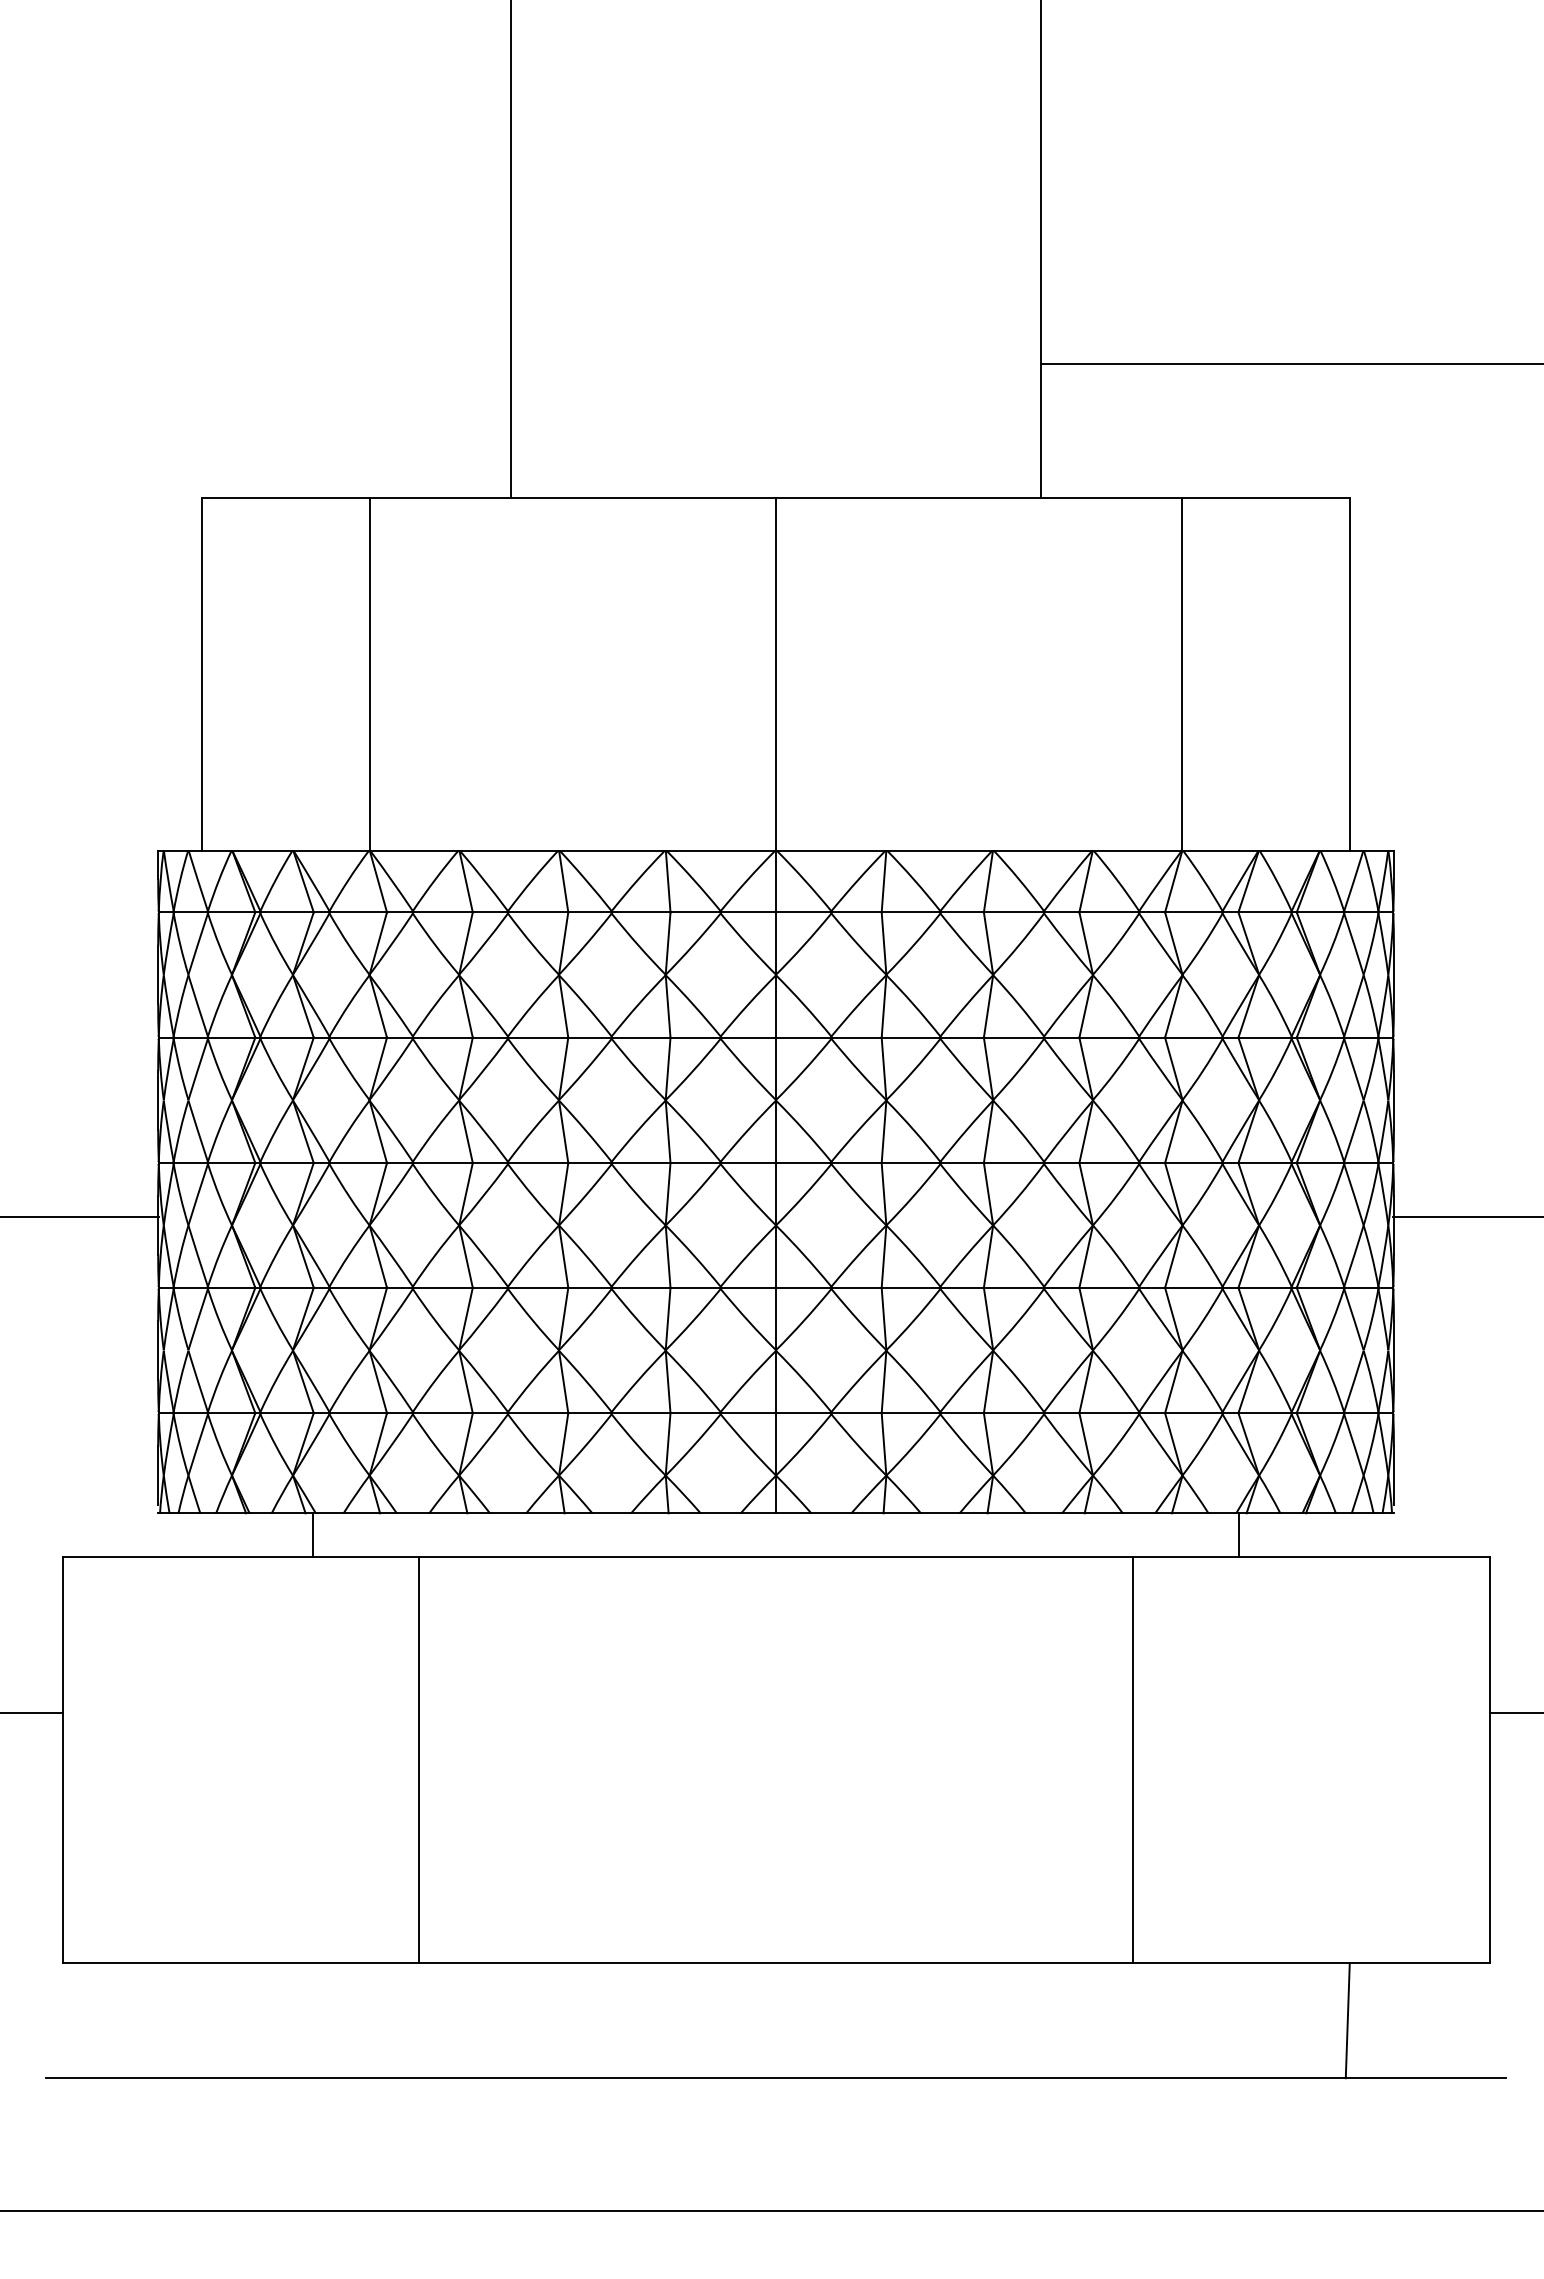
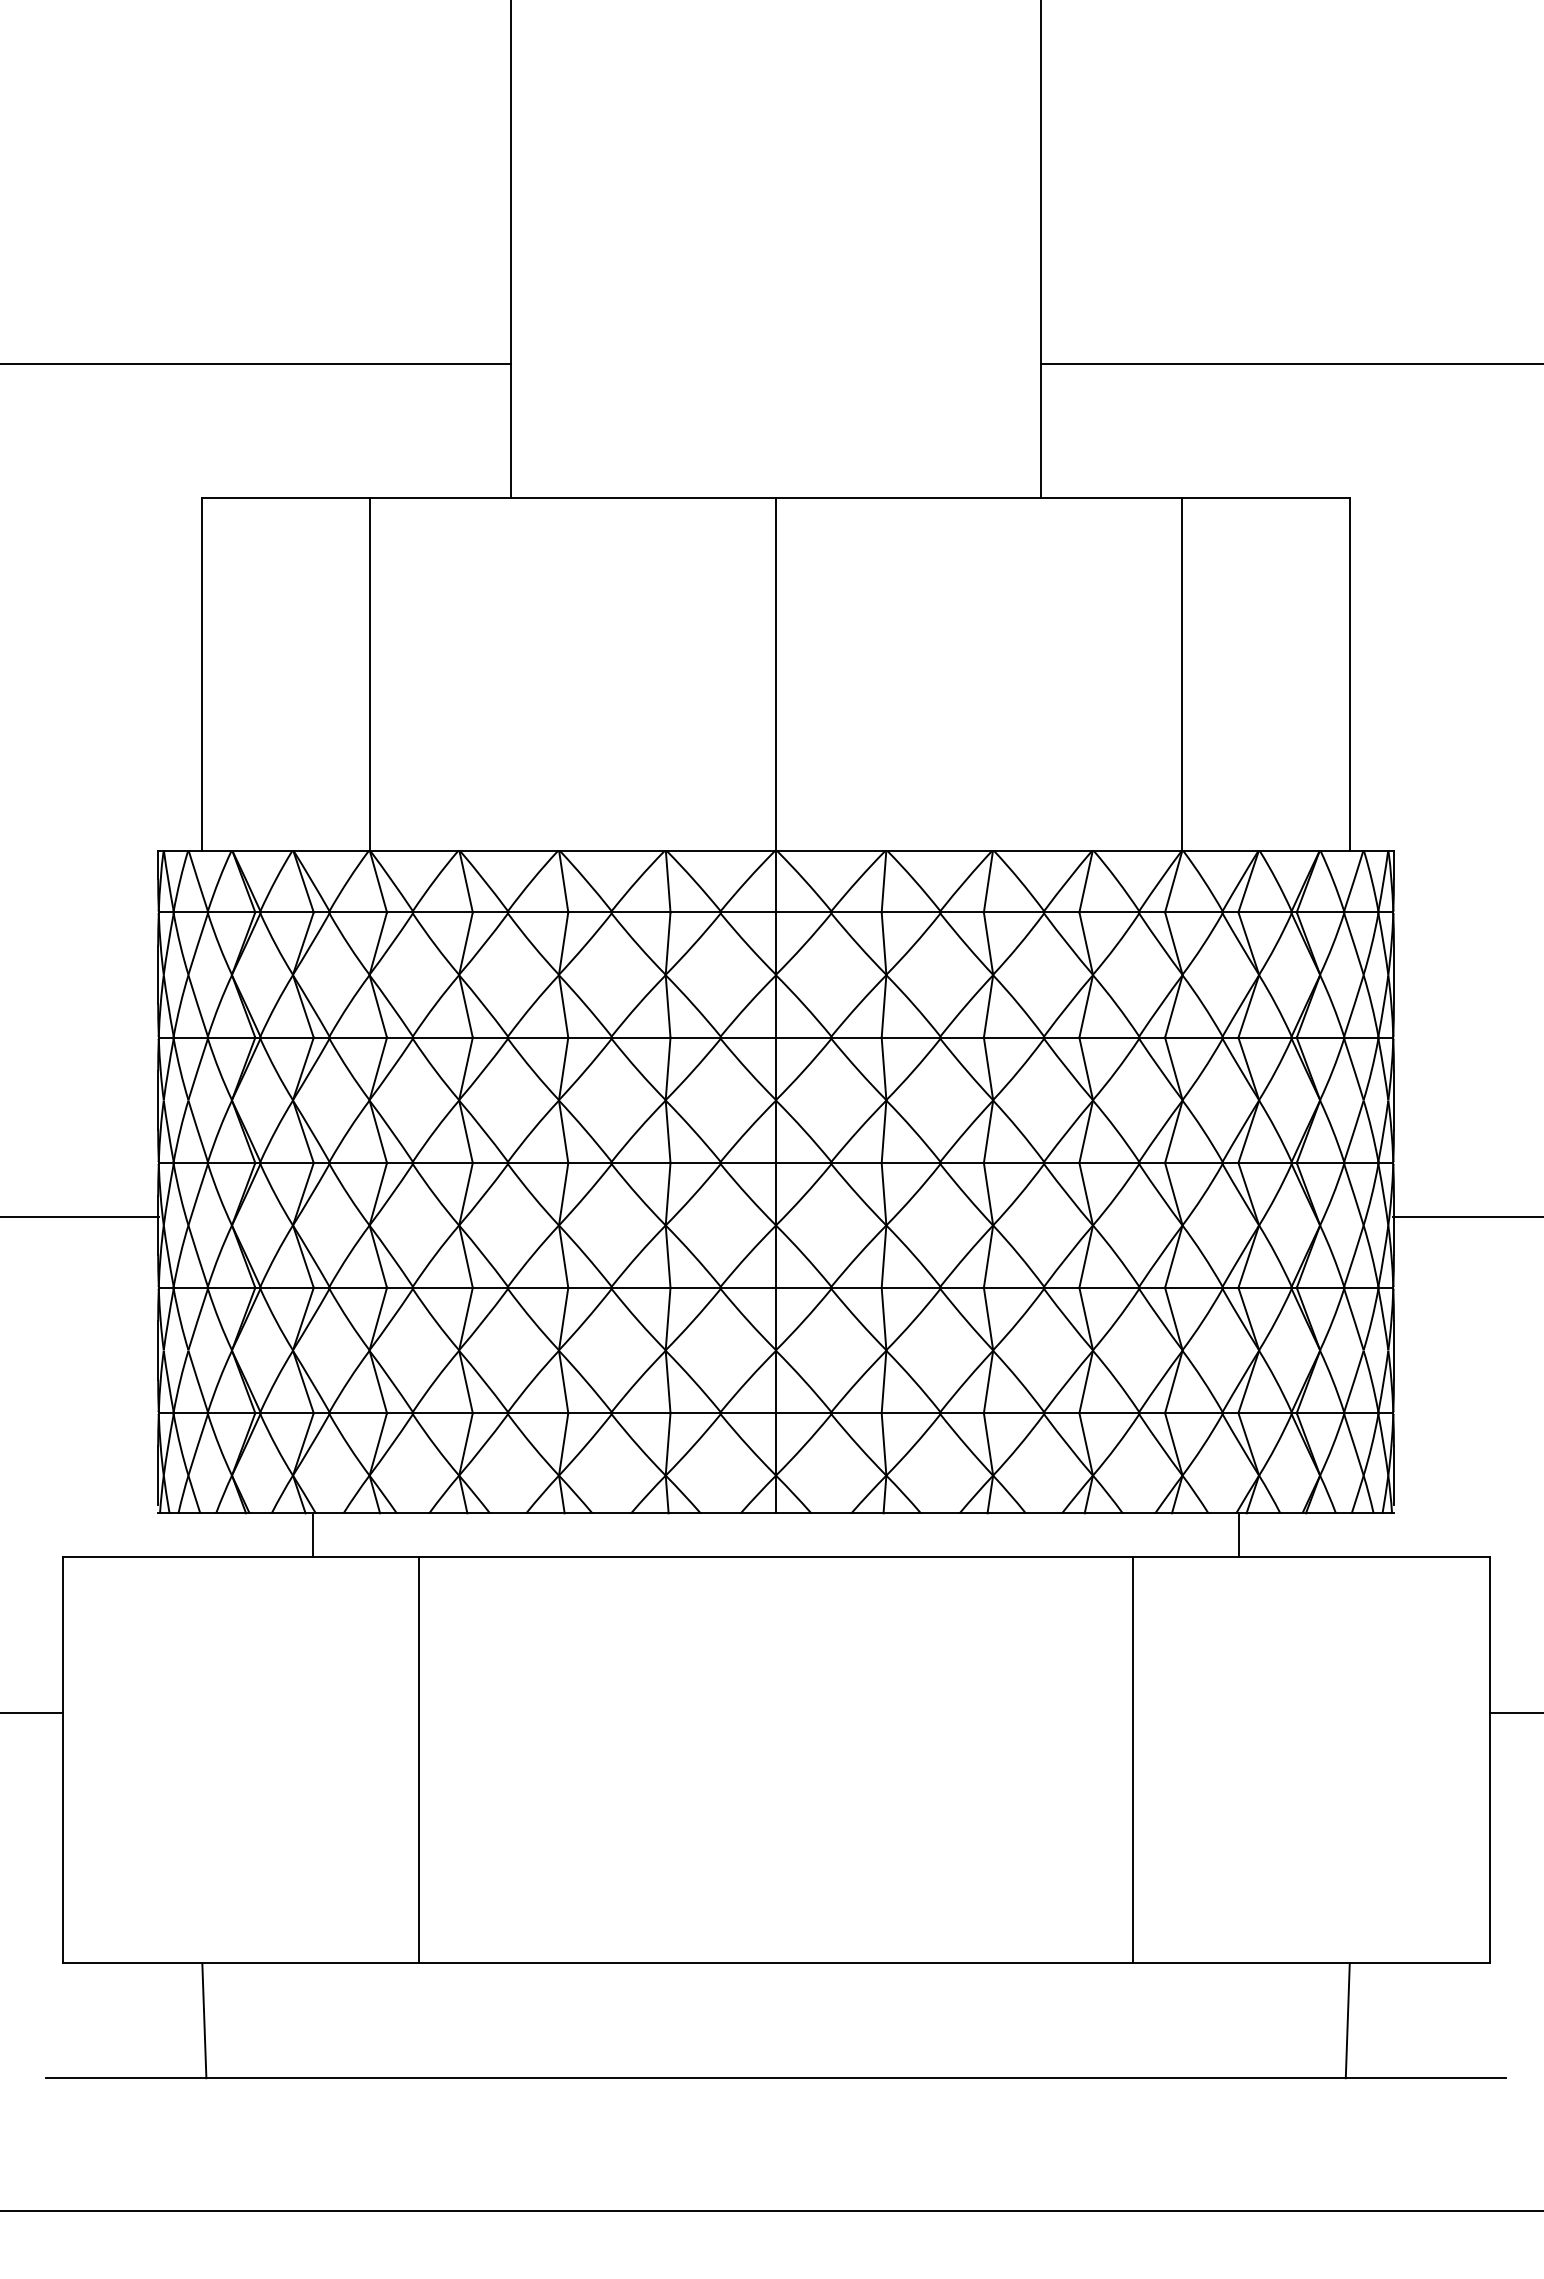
line at (256, 364): none -> present
line at (204, 2020): none -> present
